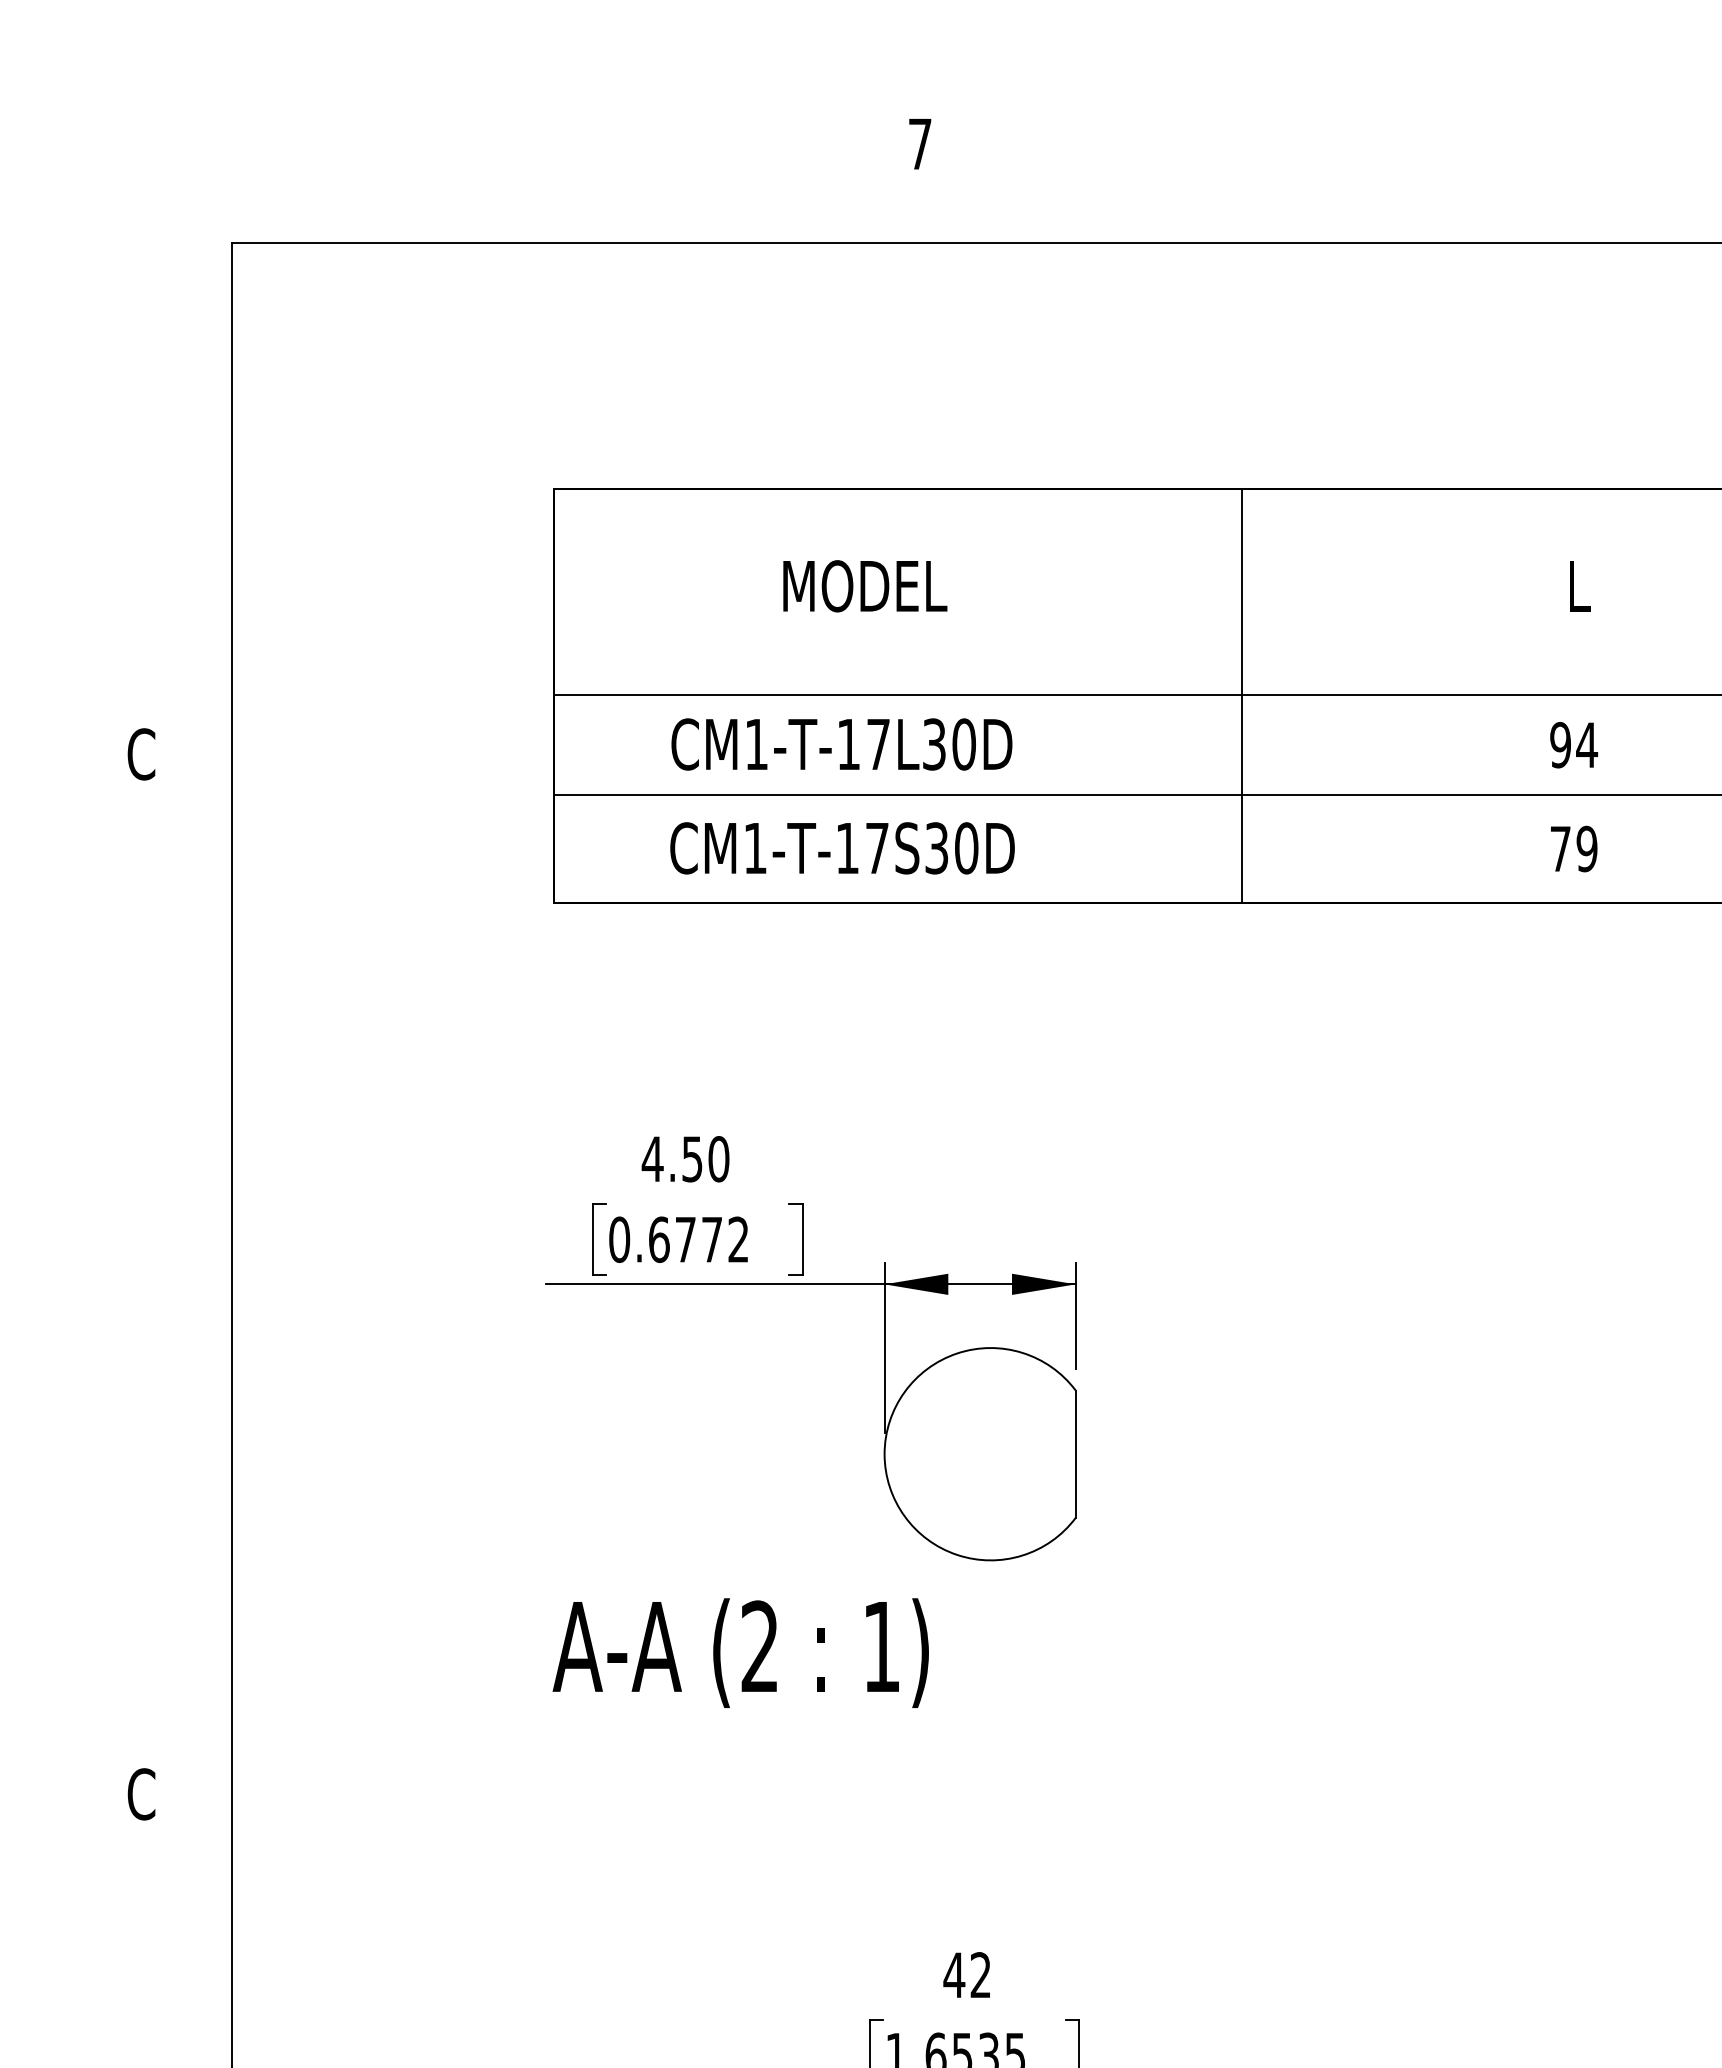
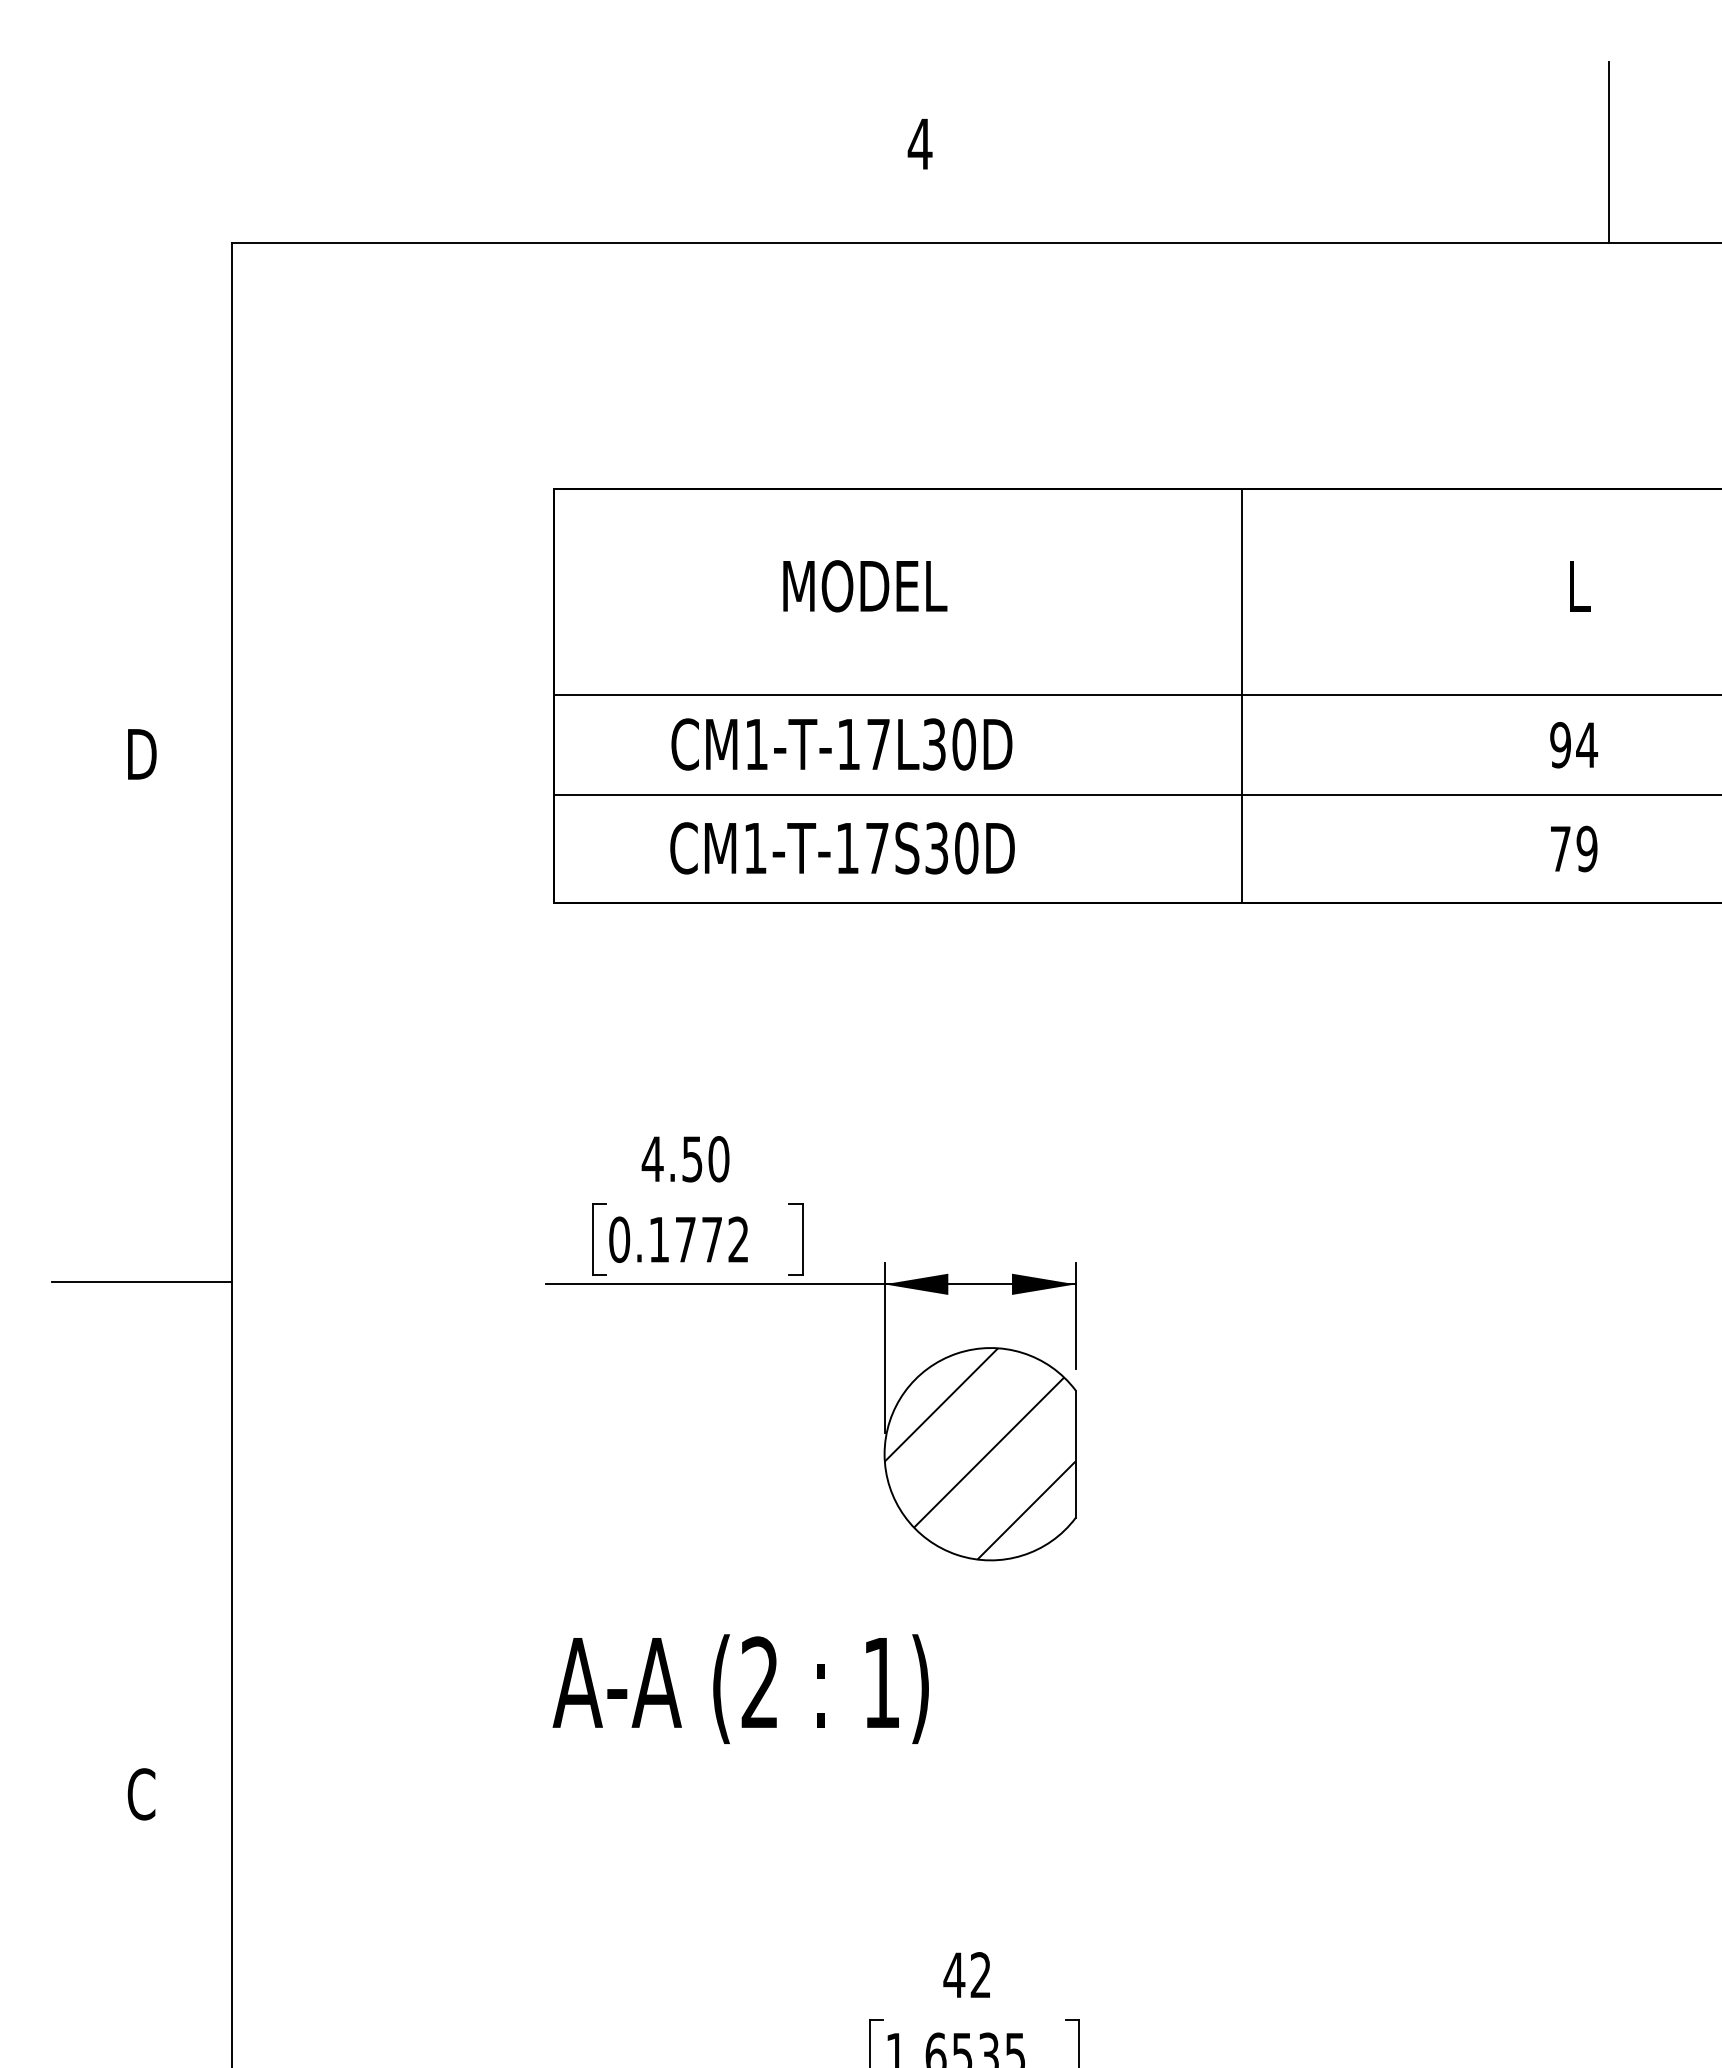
text at (919, 143): 7 -> 4
line at (1609, 152): none -> present
text at (141, 754): C -> D
text at (659, 1239): 0.6772 -> 0.1772
line at (141, 1282): none -> present
hatch at (979, 1453): none -> present
text at (740, 1652) position: (740, 1652) -> (740, 1688)
